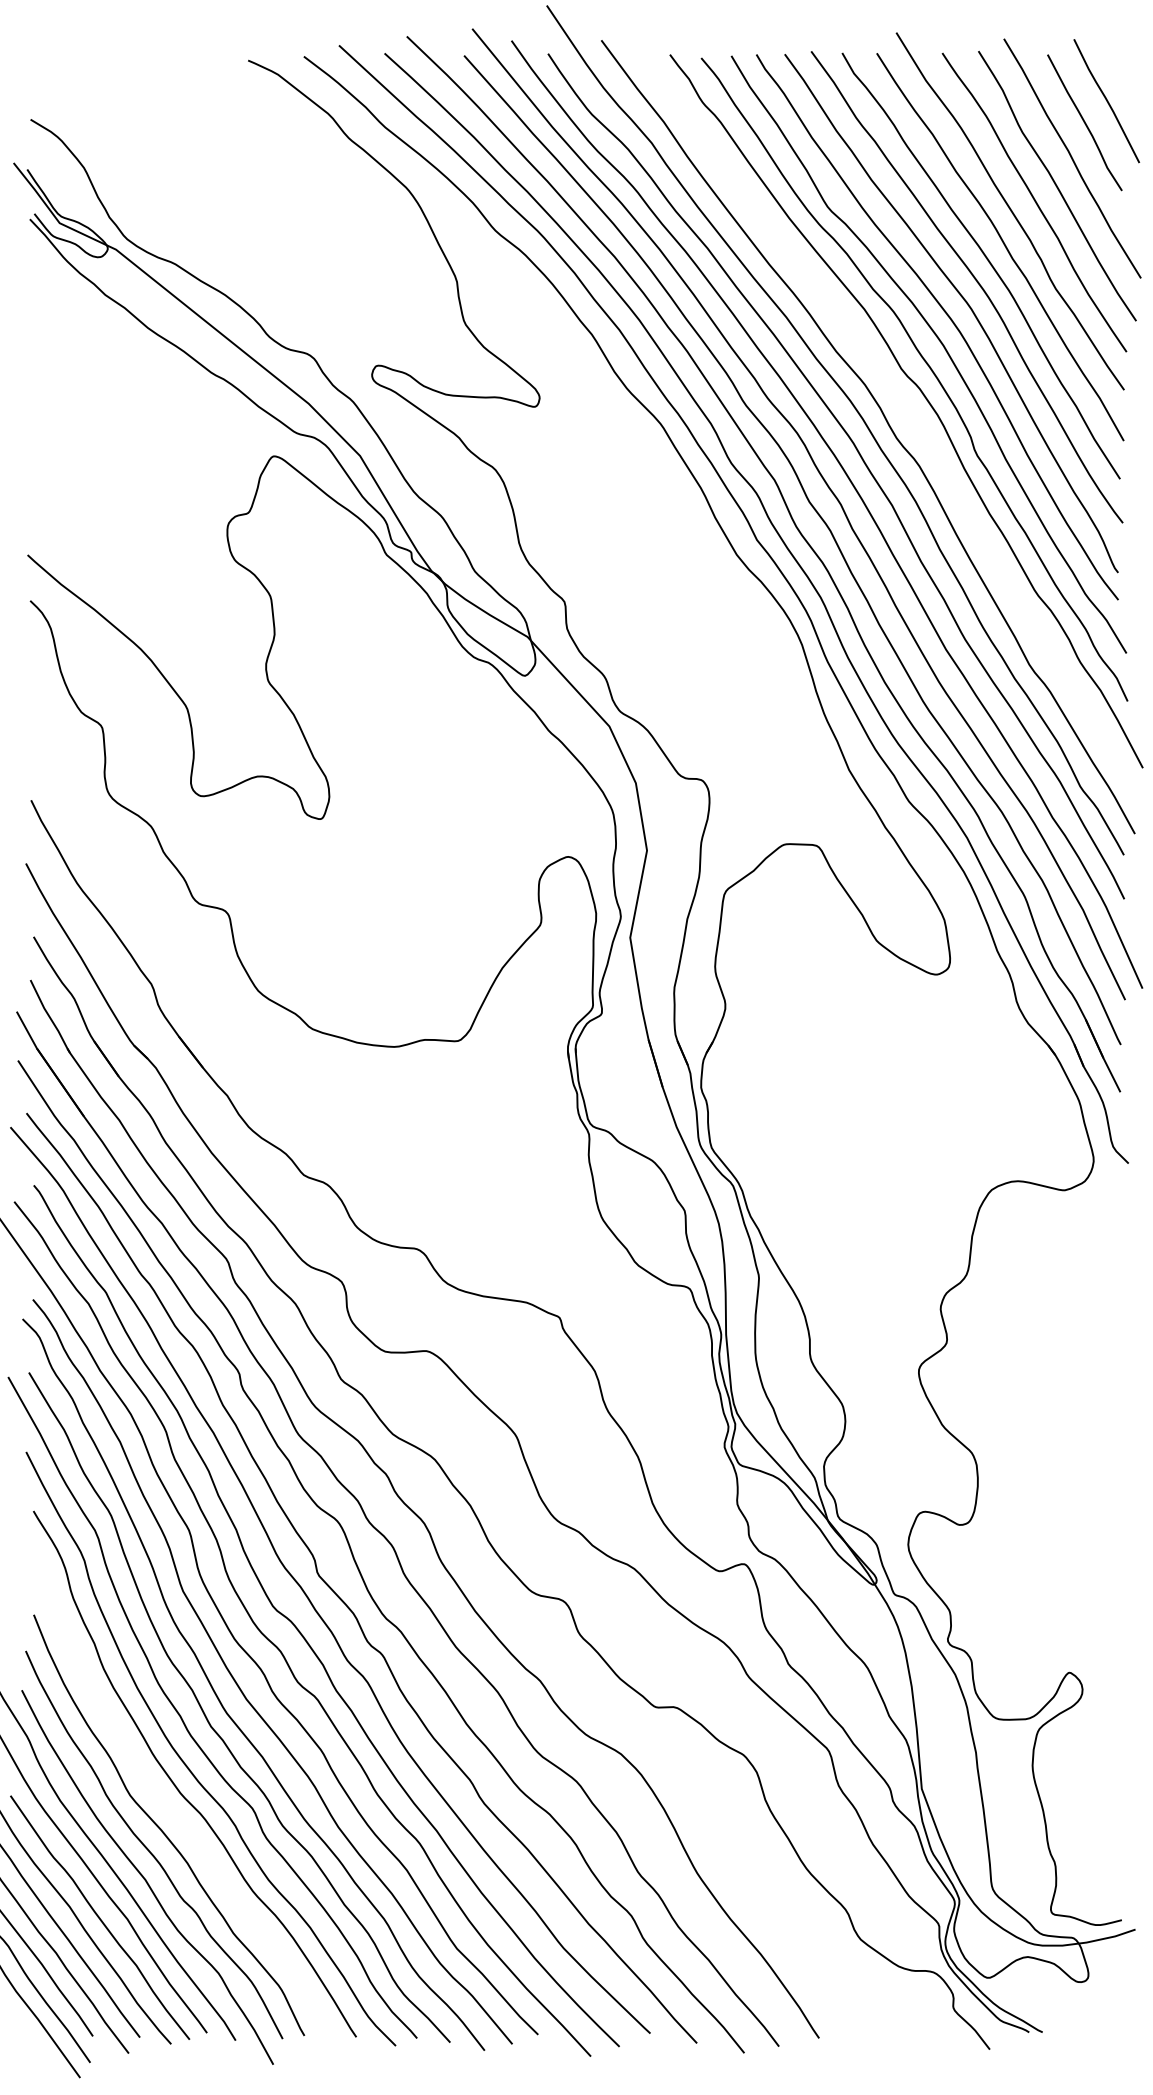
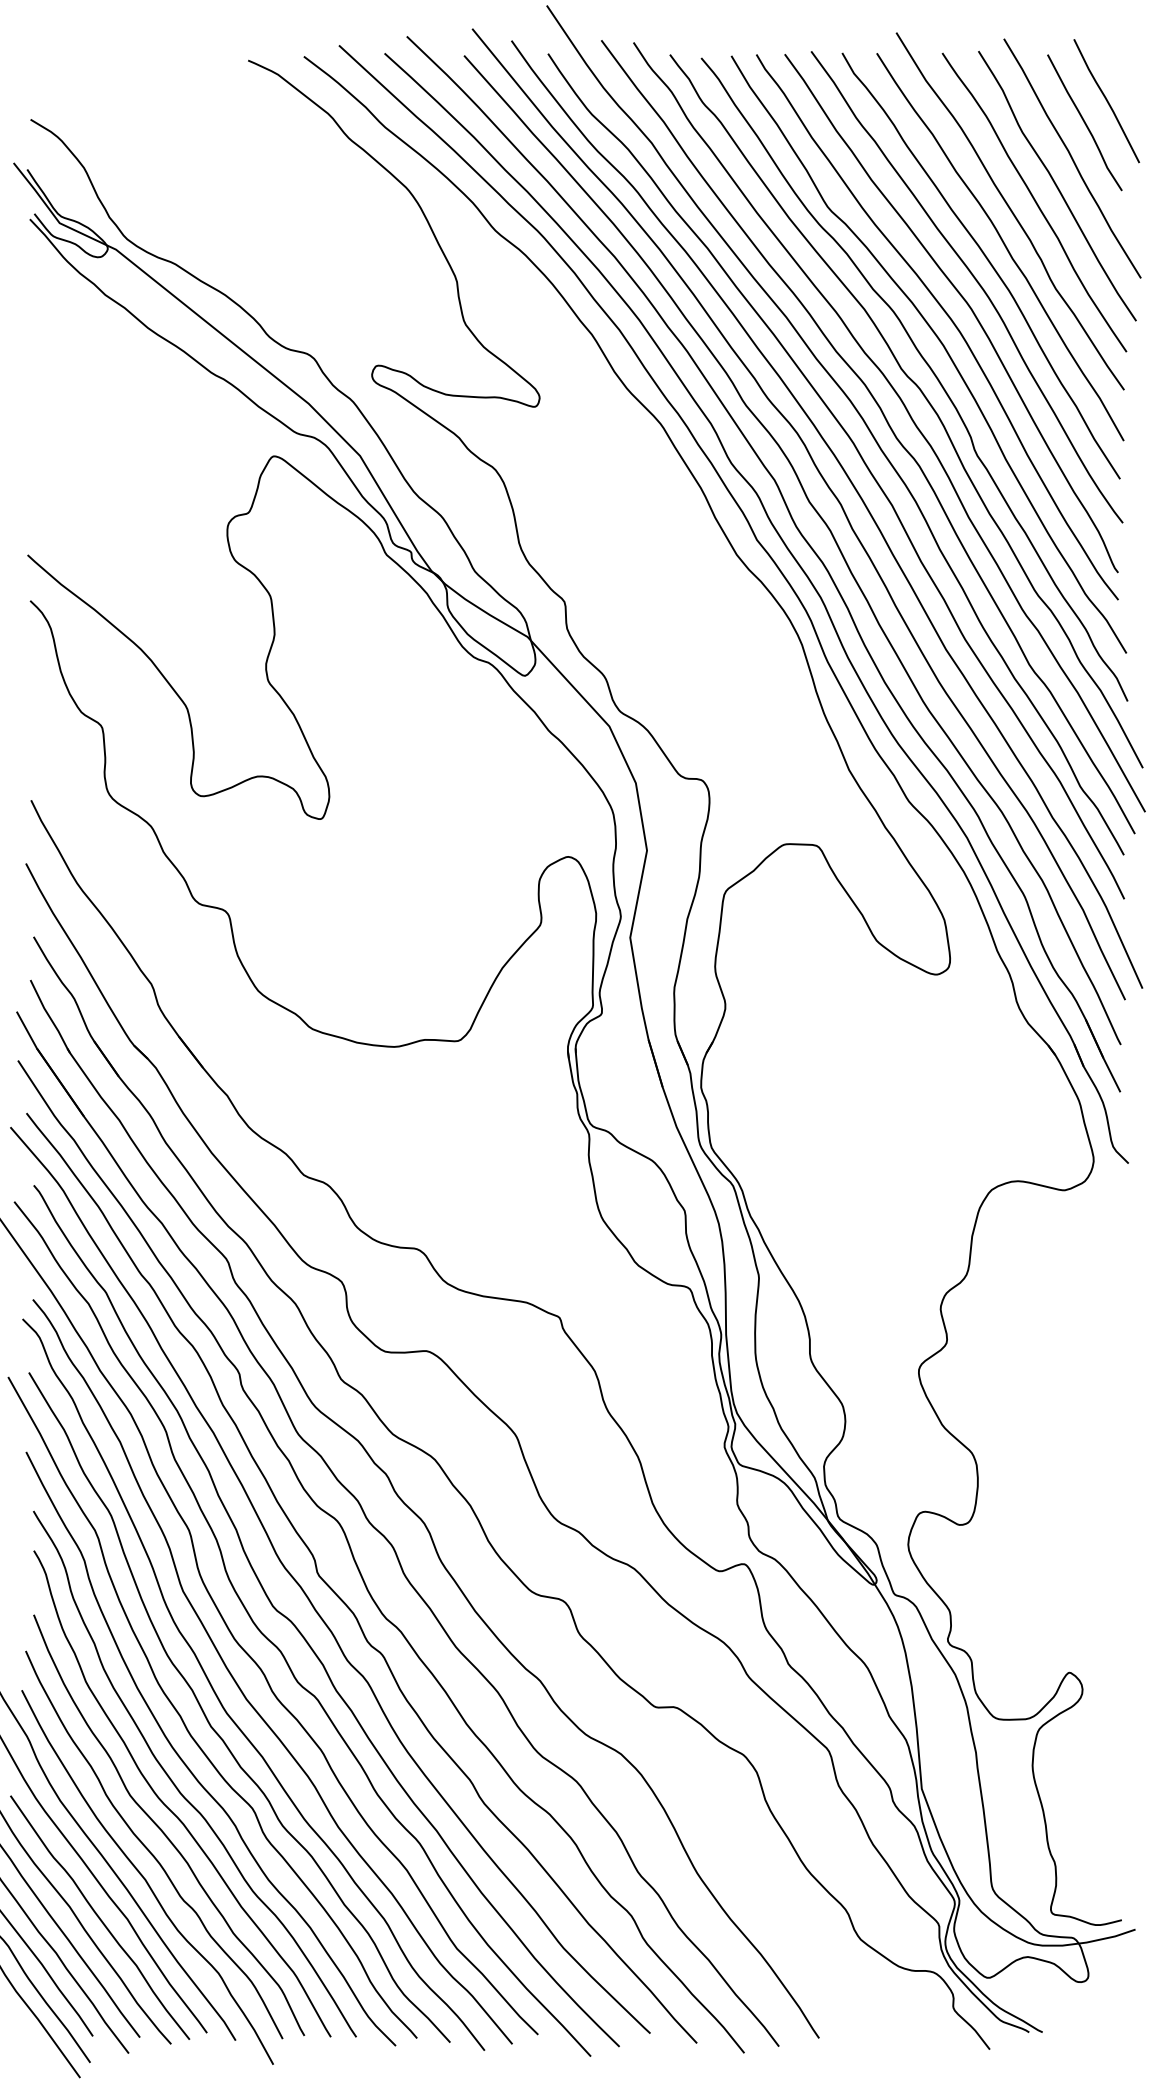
curve at (908, 415): none -> present
curve at (168, 1807): none -> present
